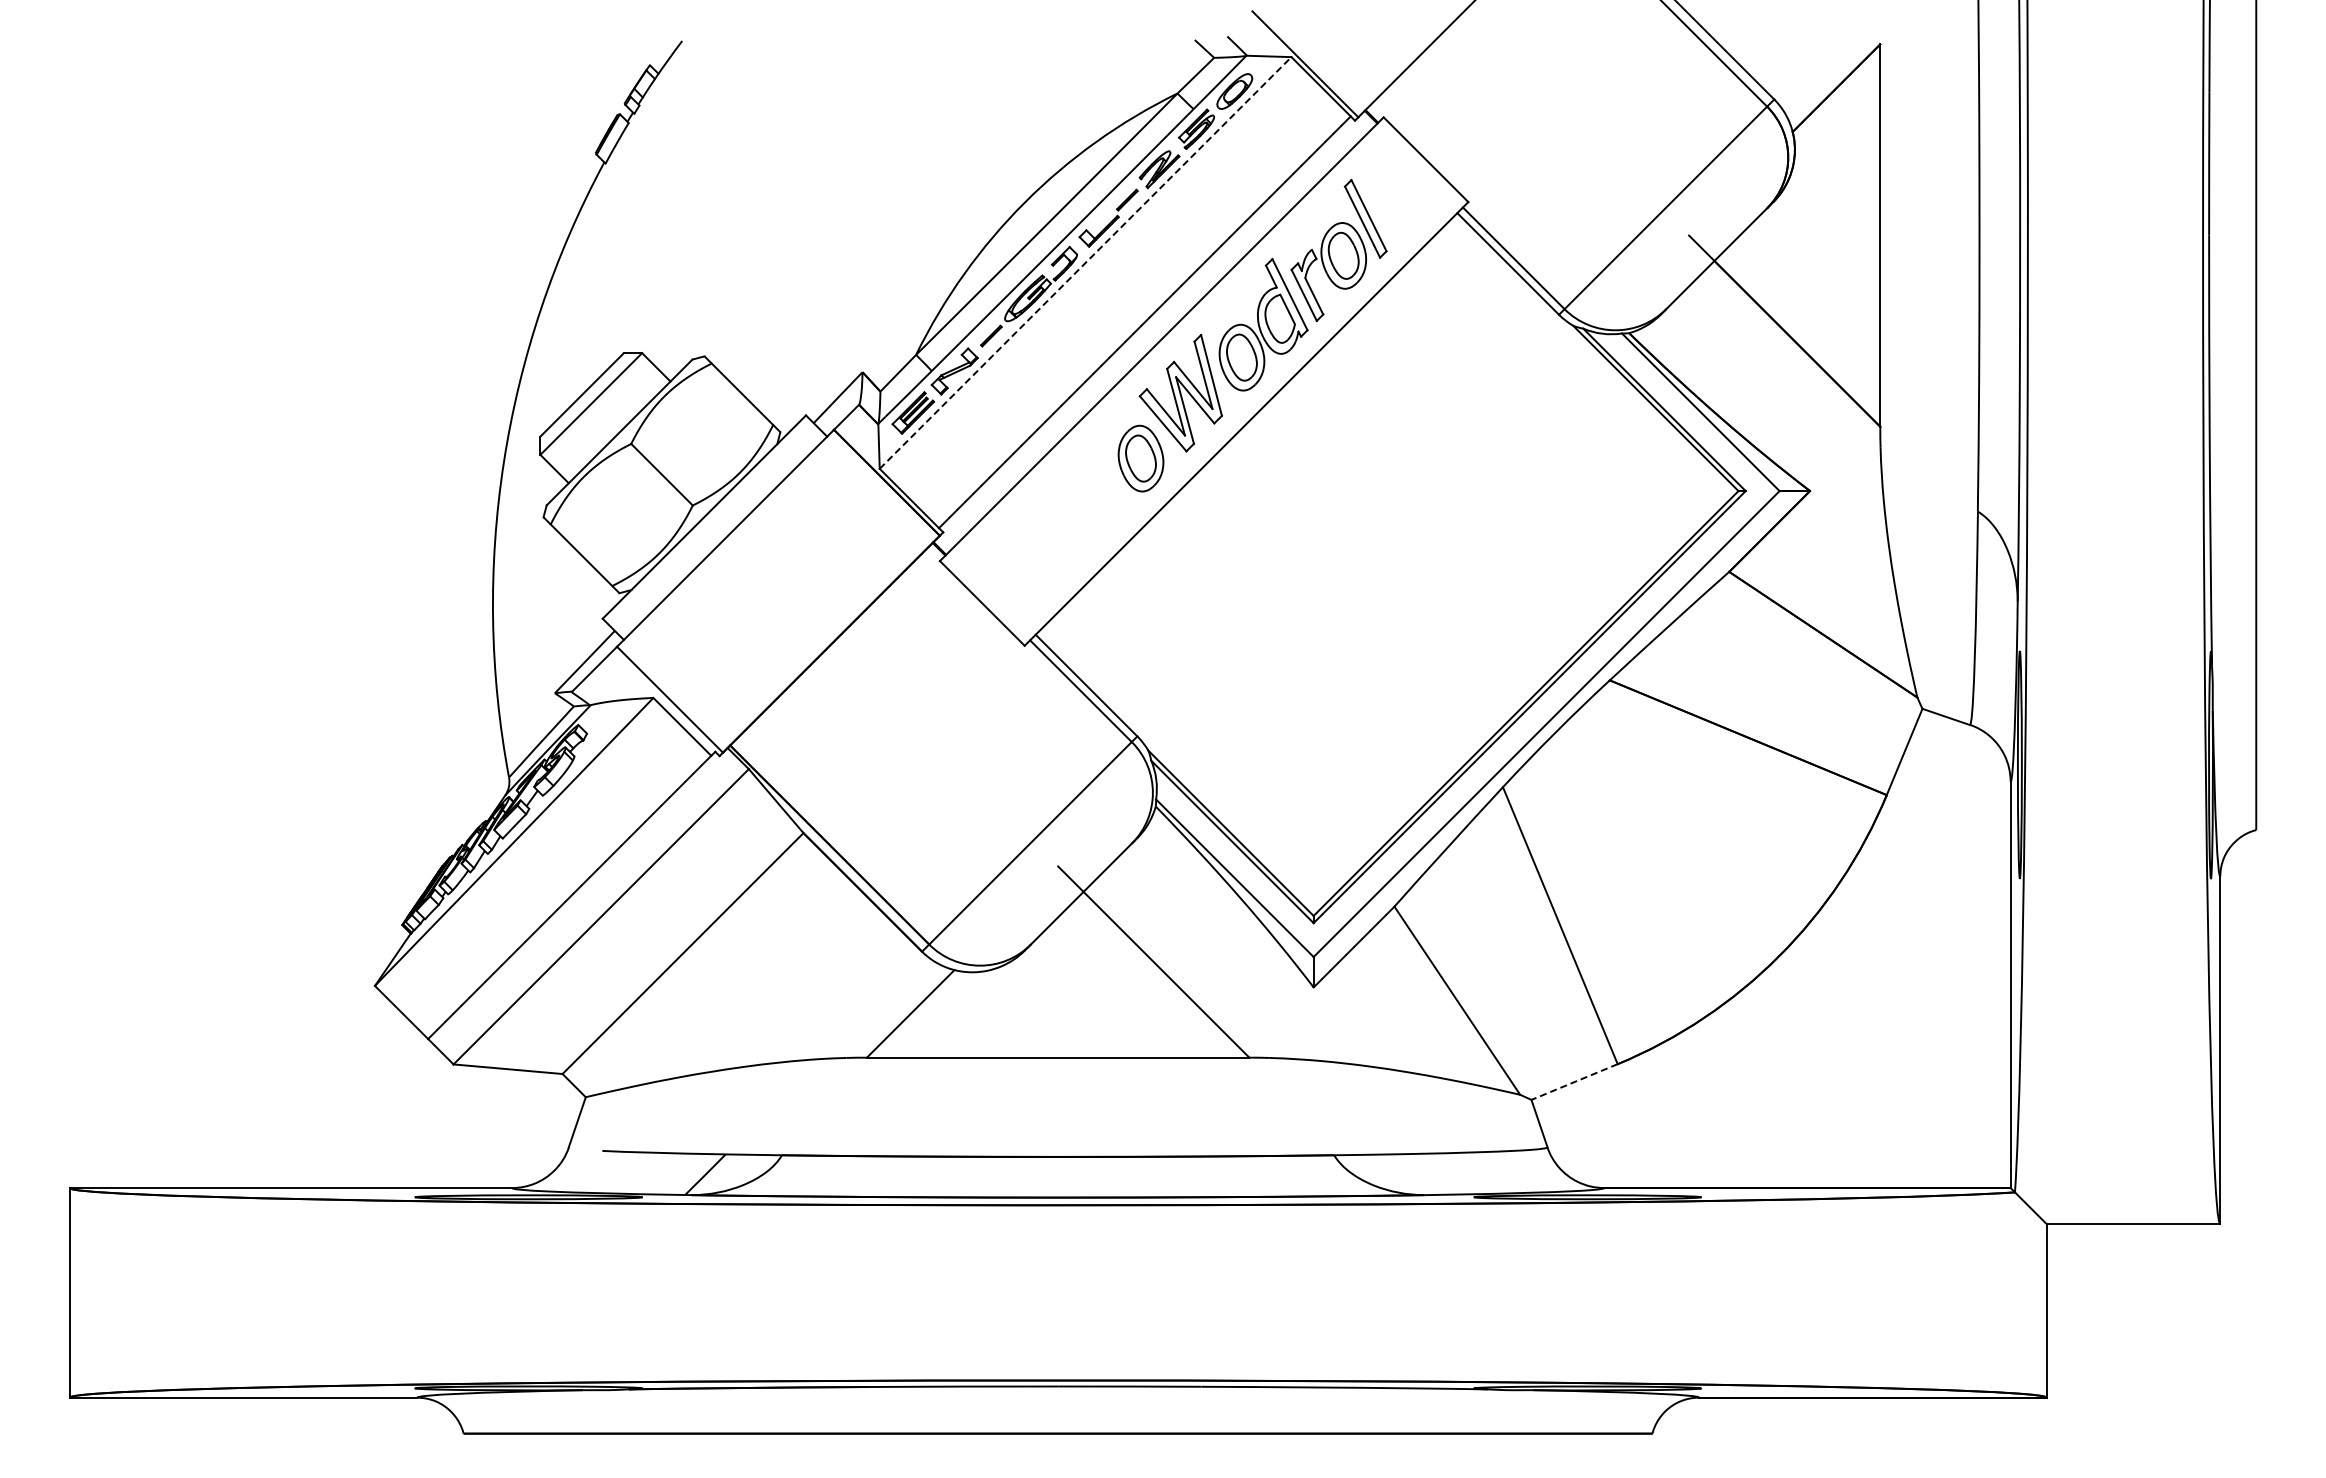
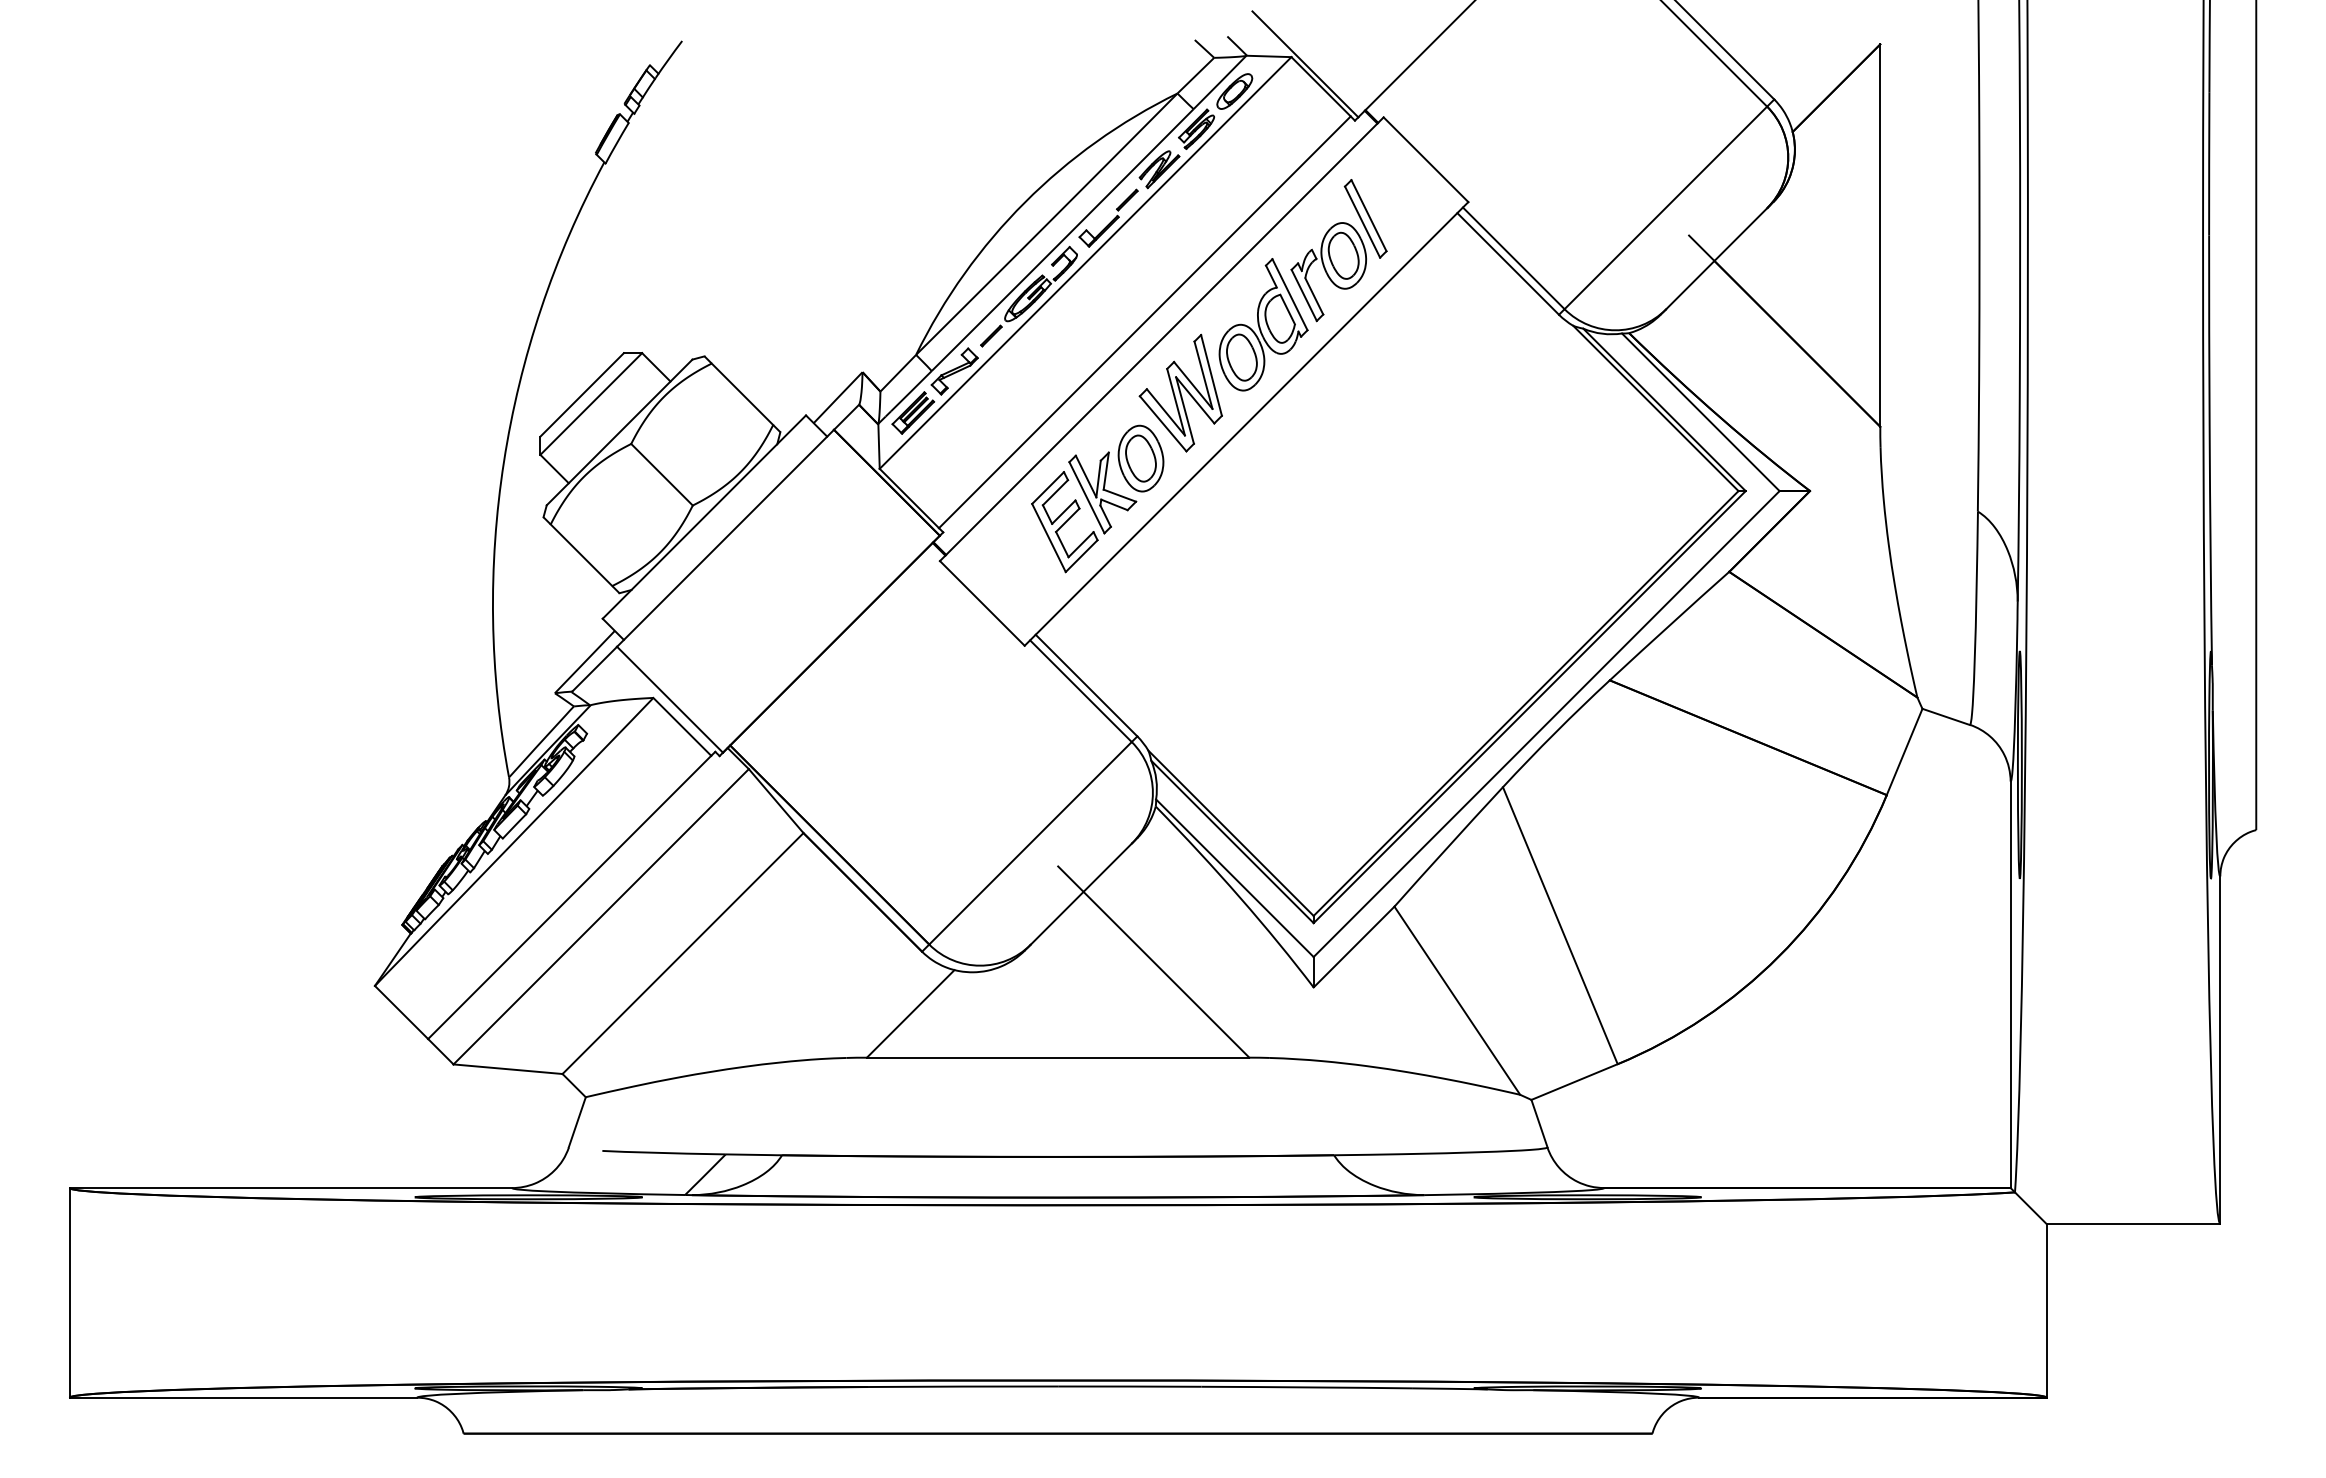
line at (1085, 262): dashed -> solid
part at (1084, 512): none -> present
line at (1574, 1082): dashed -> solid
